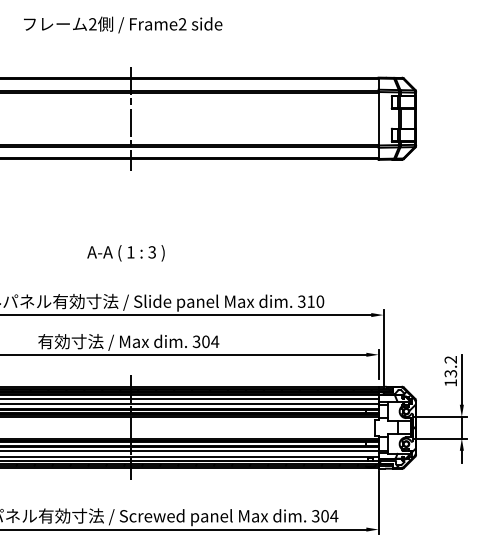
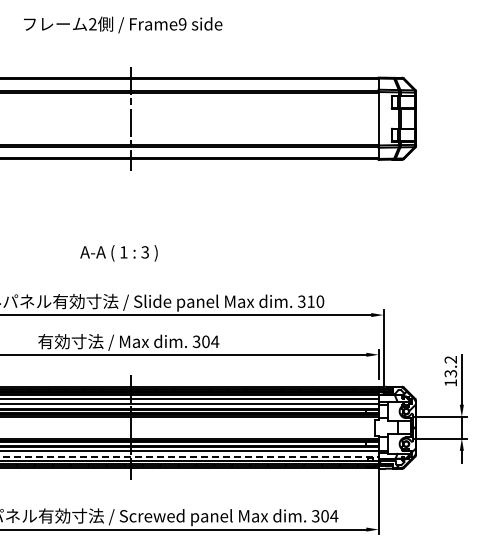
text at (182, 24): Frame2 -> Frame9
text at (125, 253) position: (125, 253) -> (118, 253)
line at (189, 456): solid -> dashed
